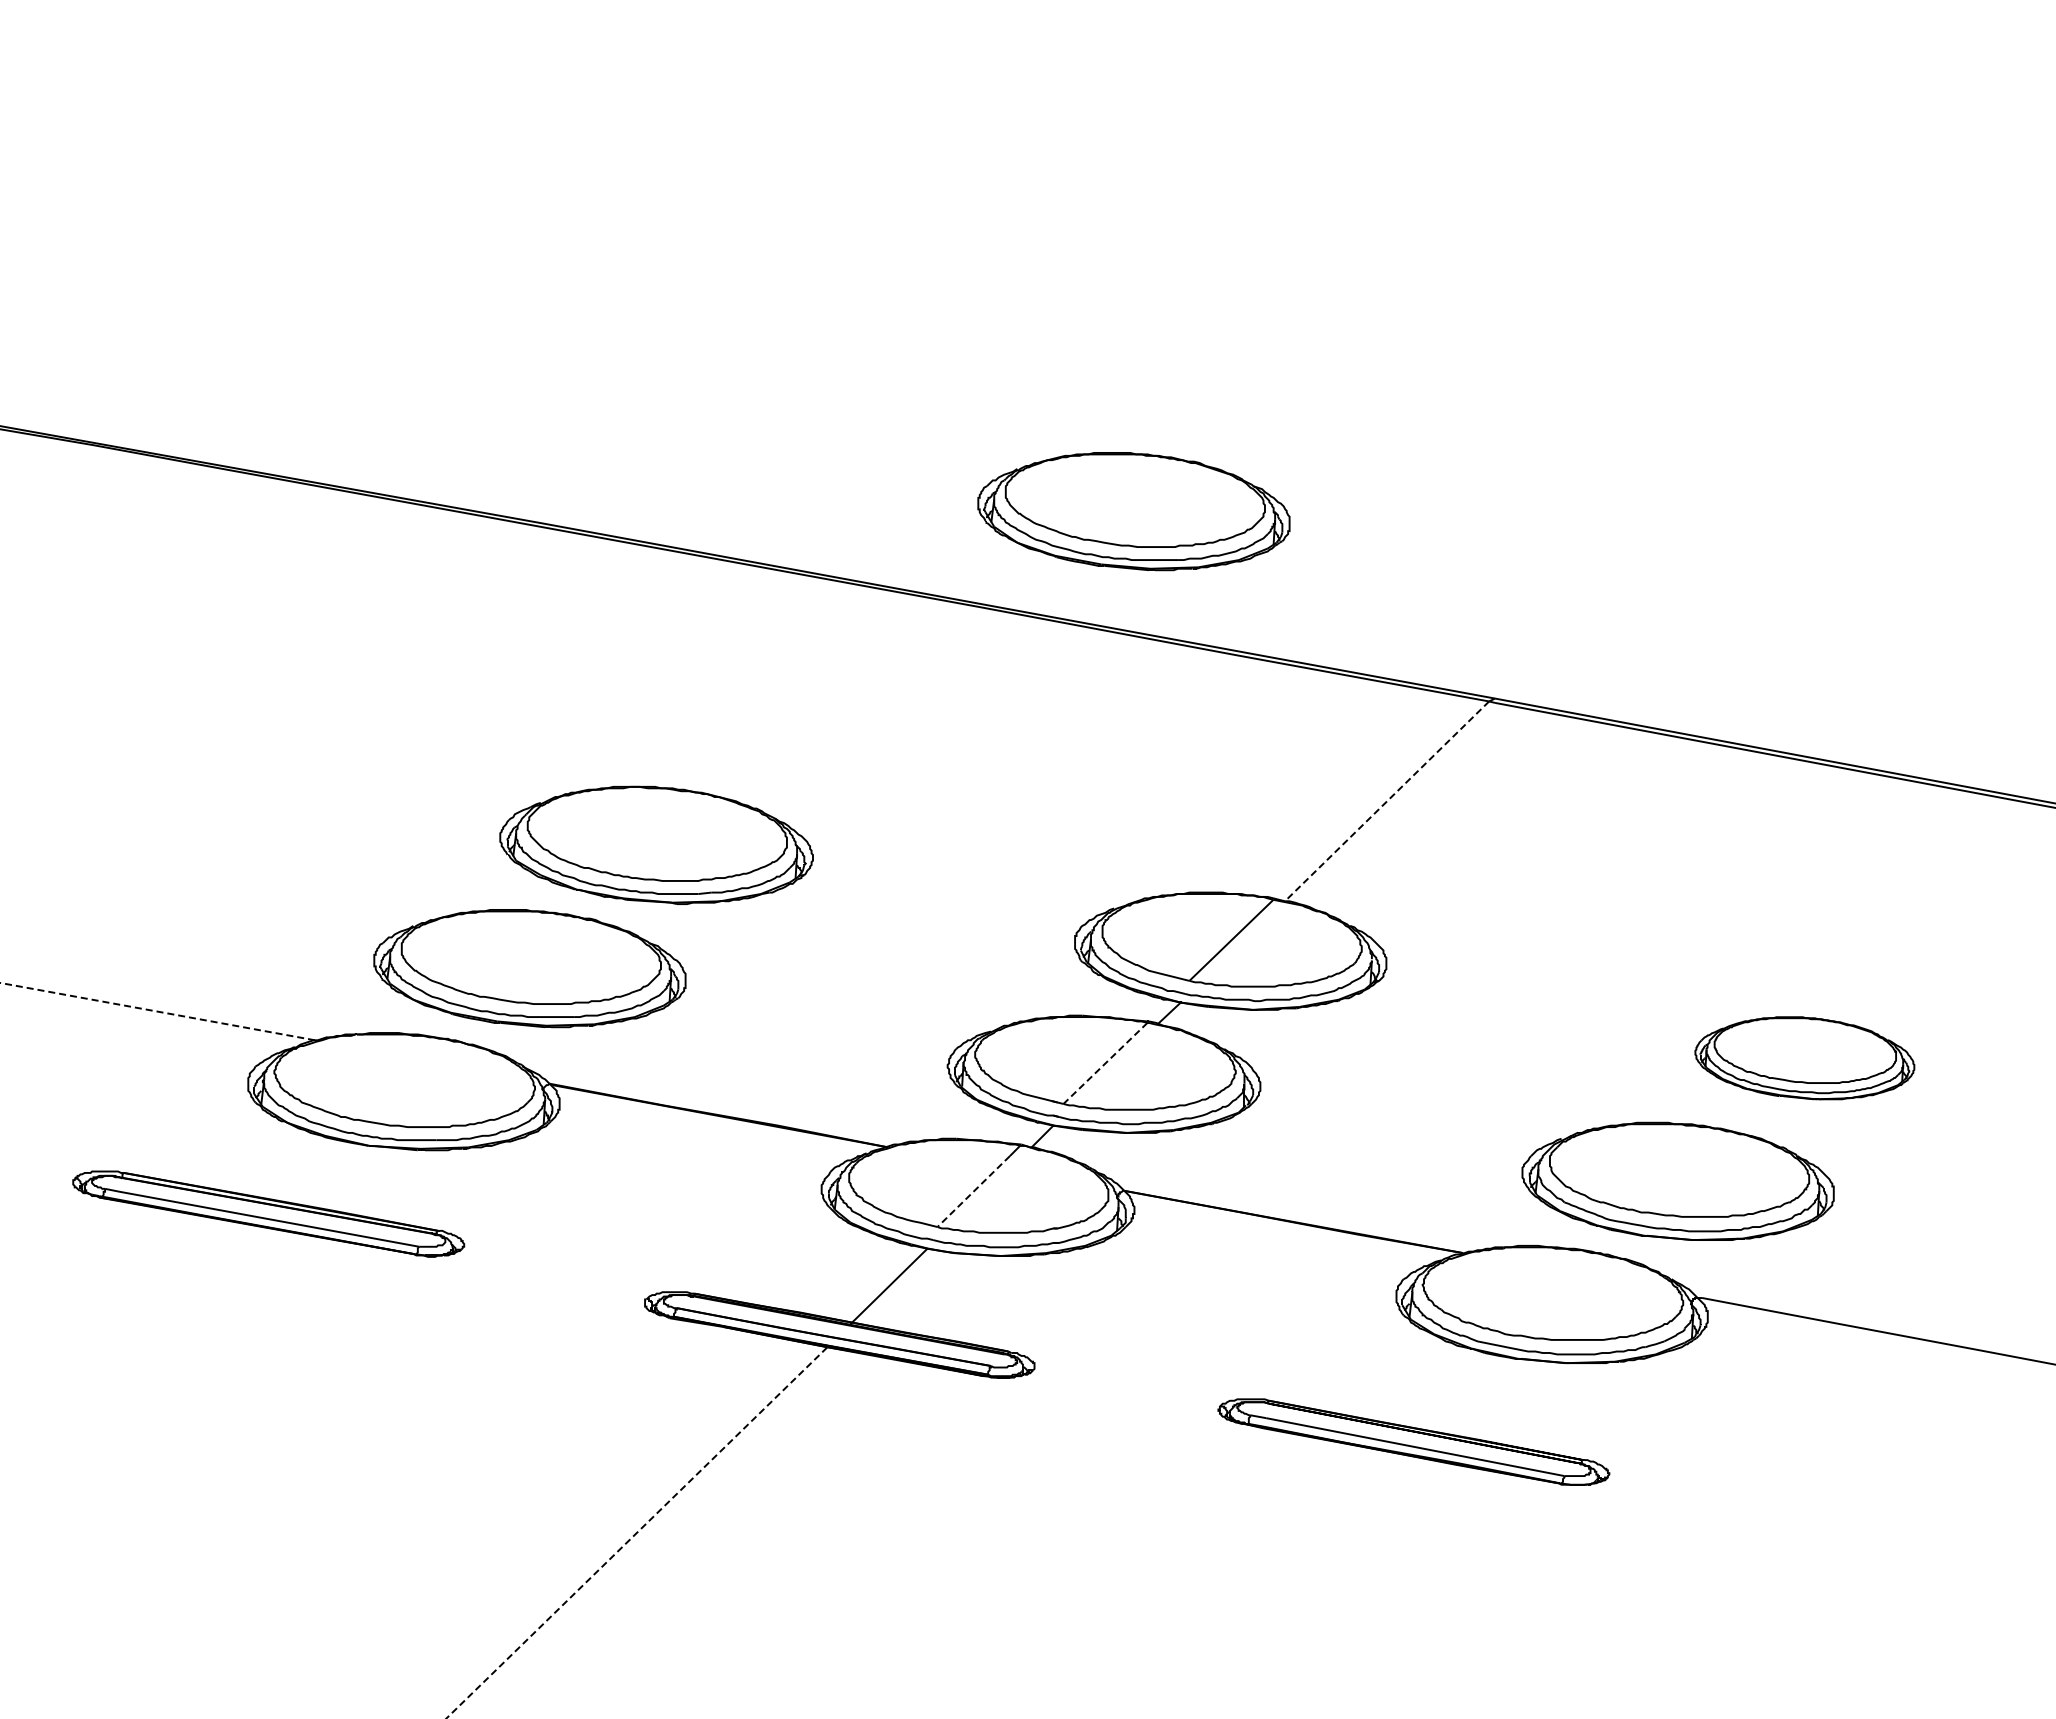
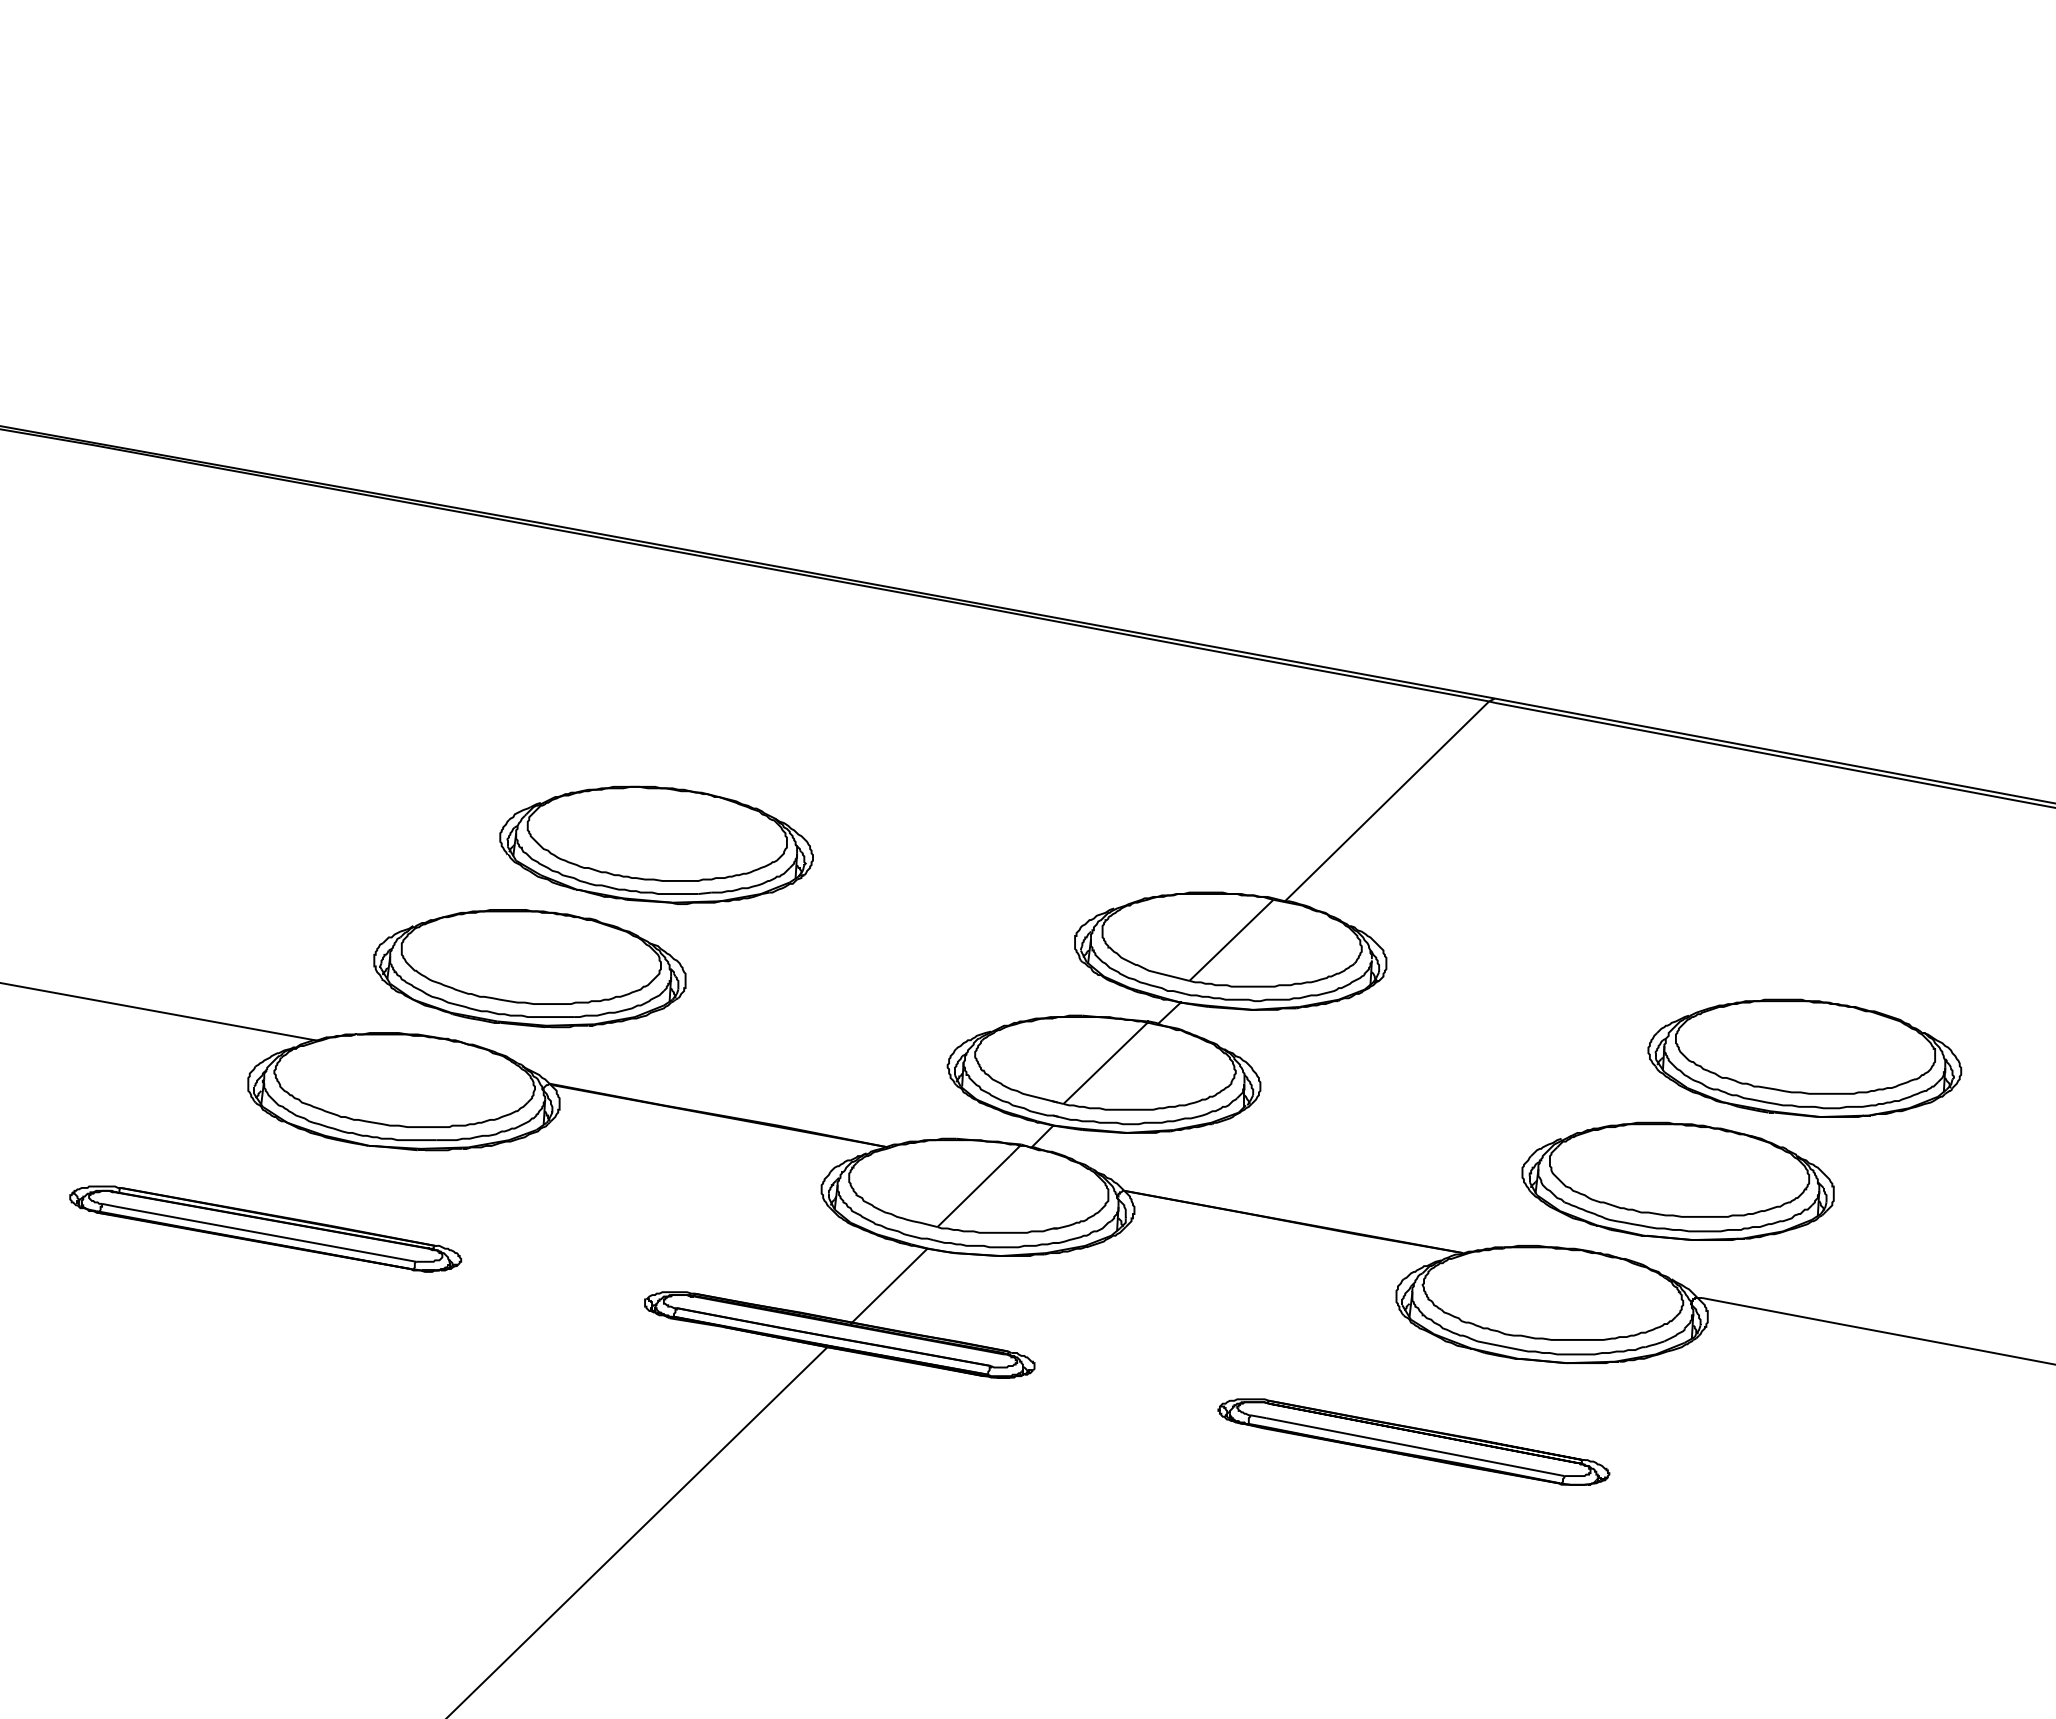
part at (1133, 511): present -> none
line at (1387, 801): dashed -> solid
line at (157, 1011): dashed -> solid
part at (1804, 1058) size: 222x85 px -> 316x120 px
line at (1105, 1063): dashed -> solid
line at (973, 1191): dashed -> solid
part at (268, 1213) position: (268, 1213) -> (265, 1228)
line at (637, 1532): dashed -> solid
